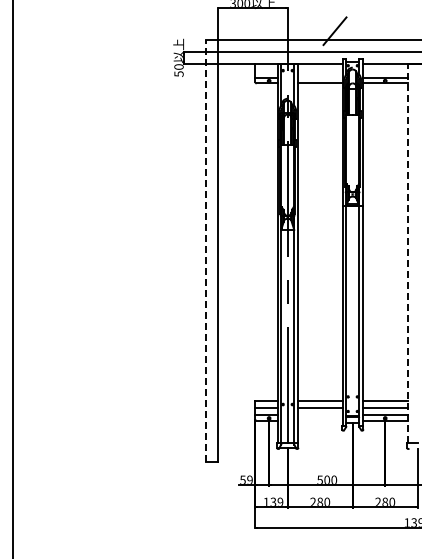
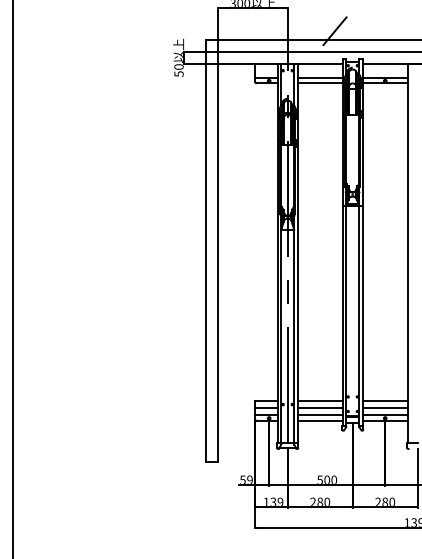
line at (319, 77): none -> present
line at (206, 251): dashed -> solid
line at (407, 253): dashed -> solid
line at (319, 414): none -> present
line at (319, 420): none -> present
